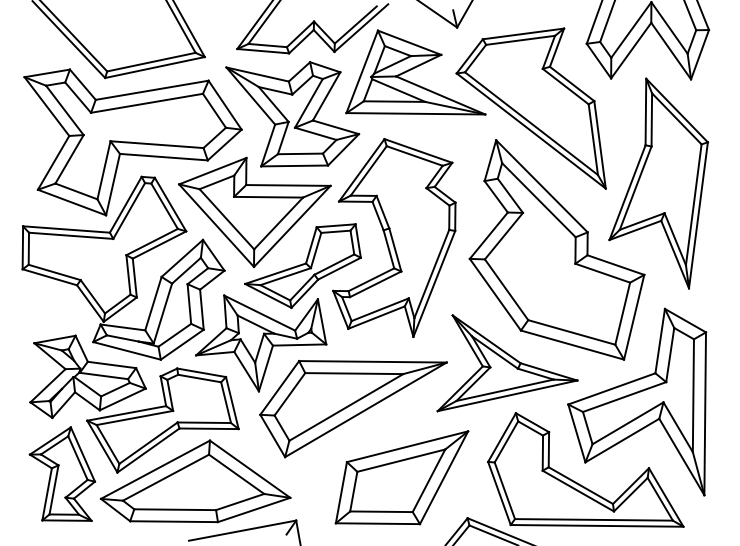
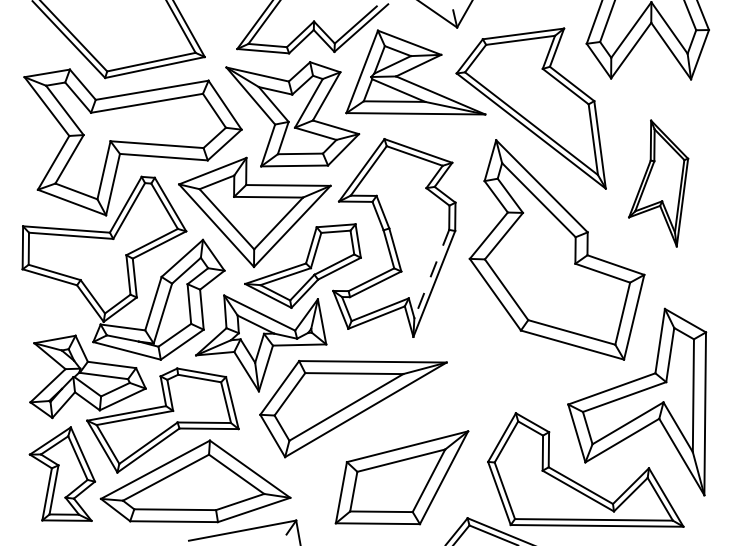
part at (658, 183) size: 101x213 px -> 62x129 px
line at (431, 274): solid -> dashed
part at (507, 363): present -> none
